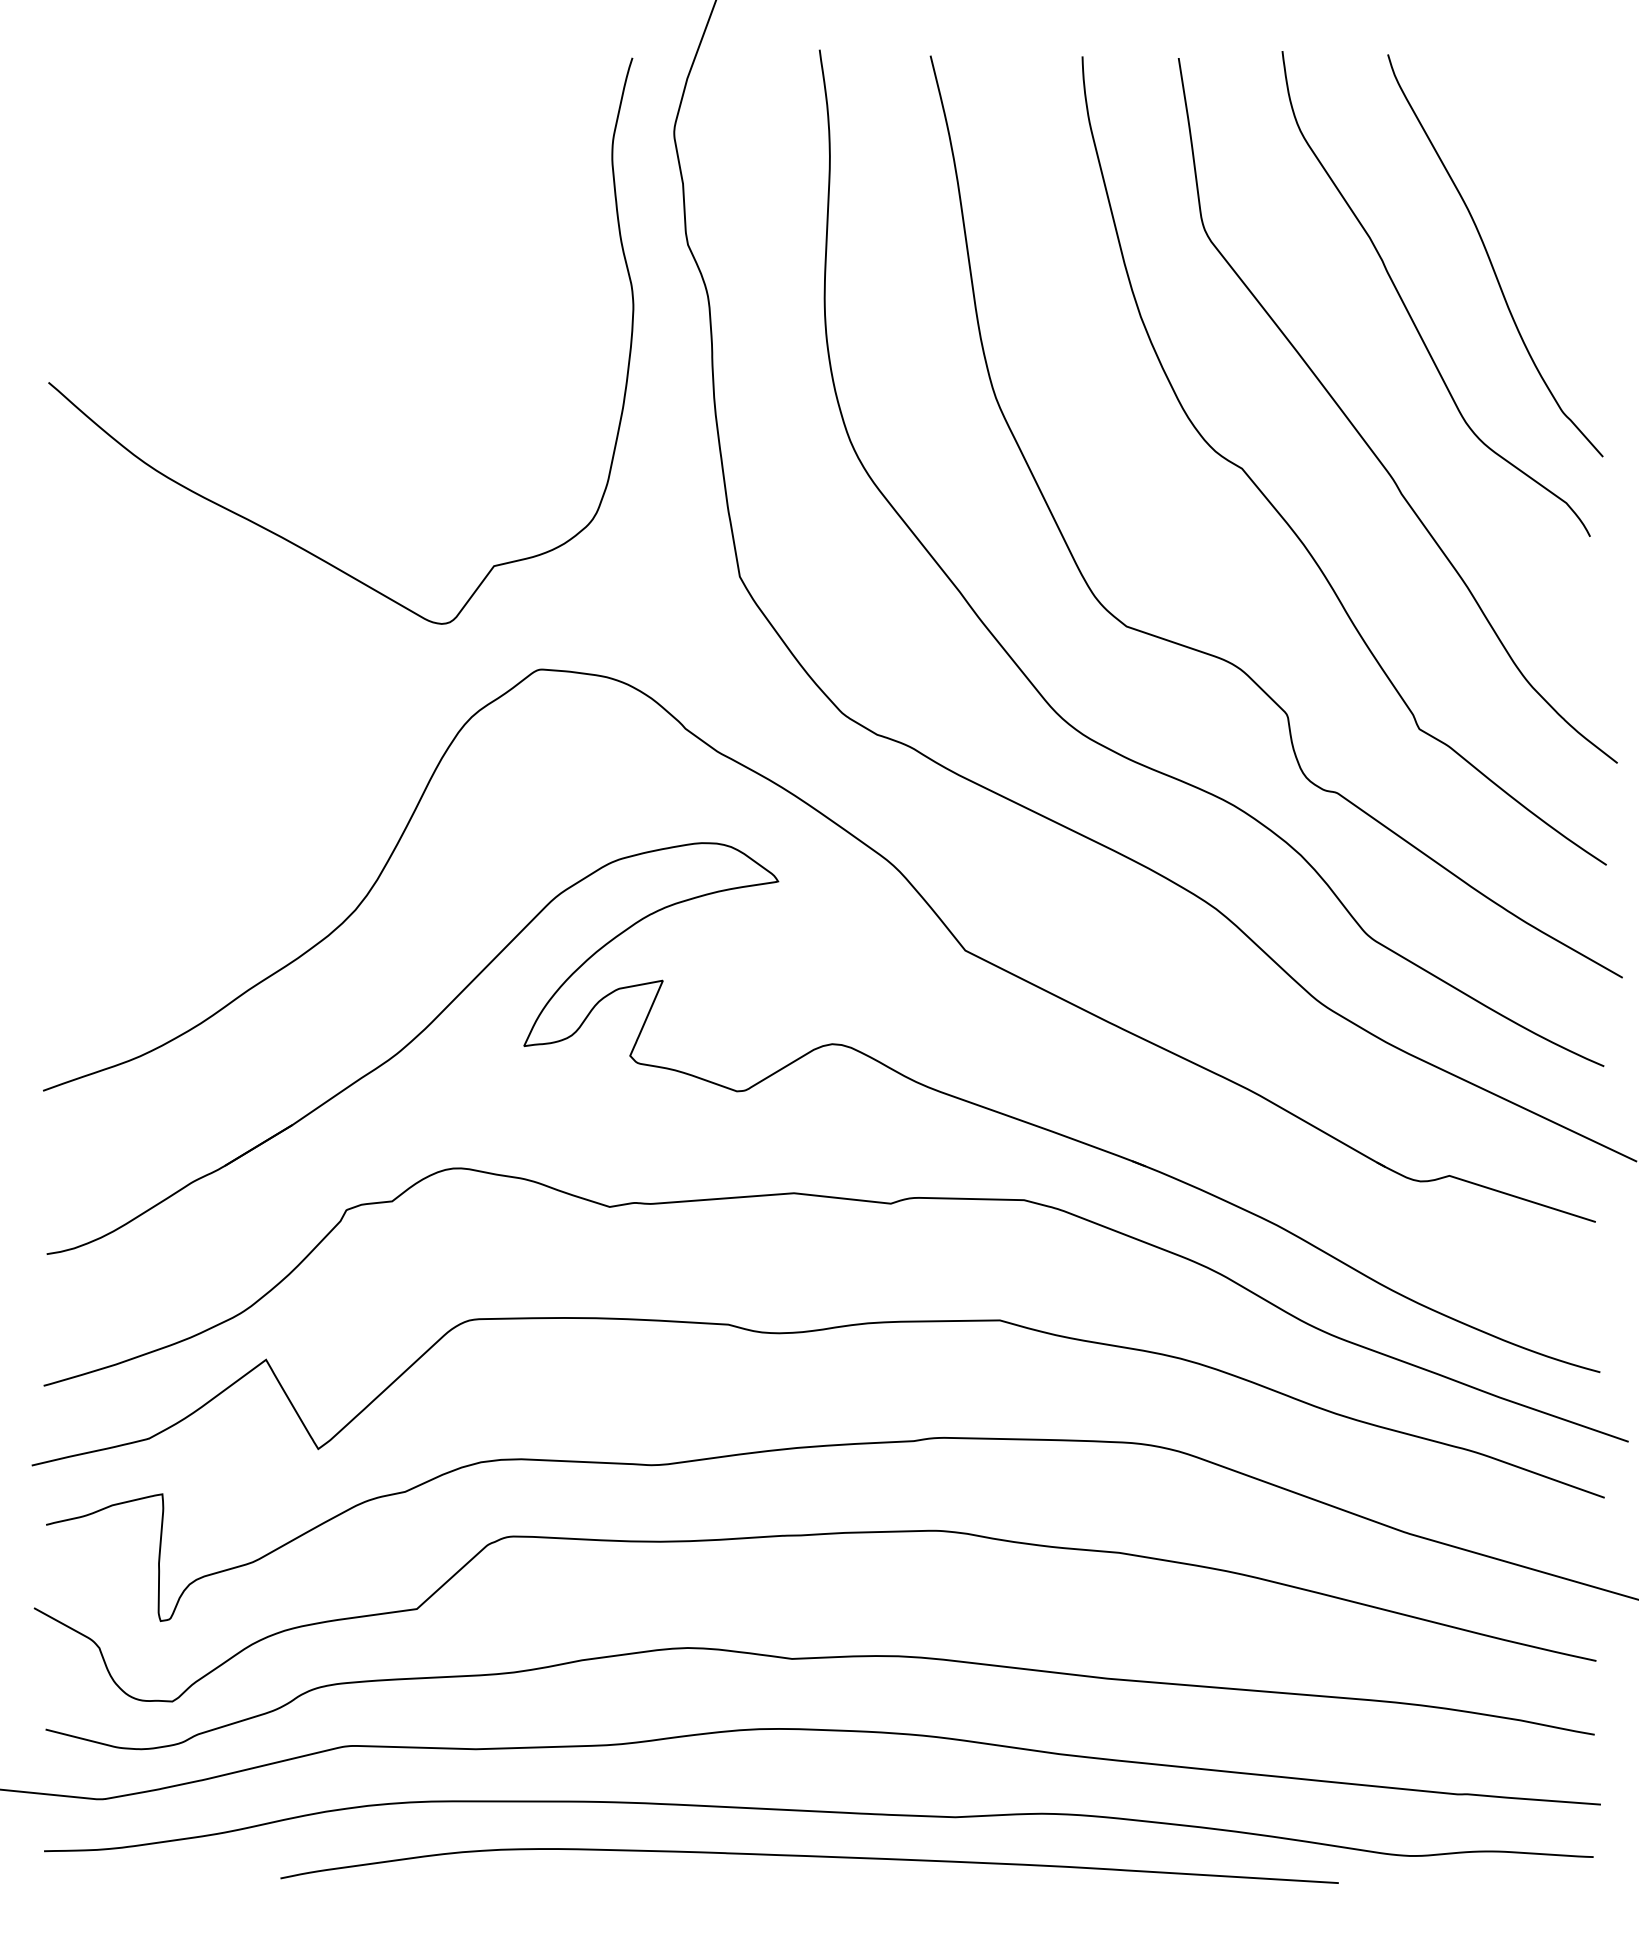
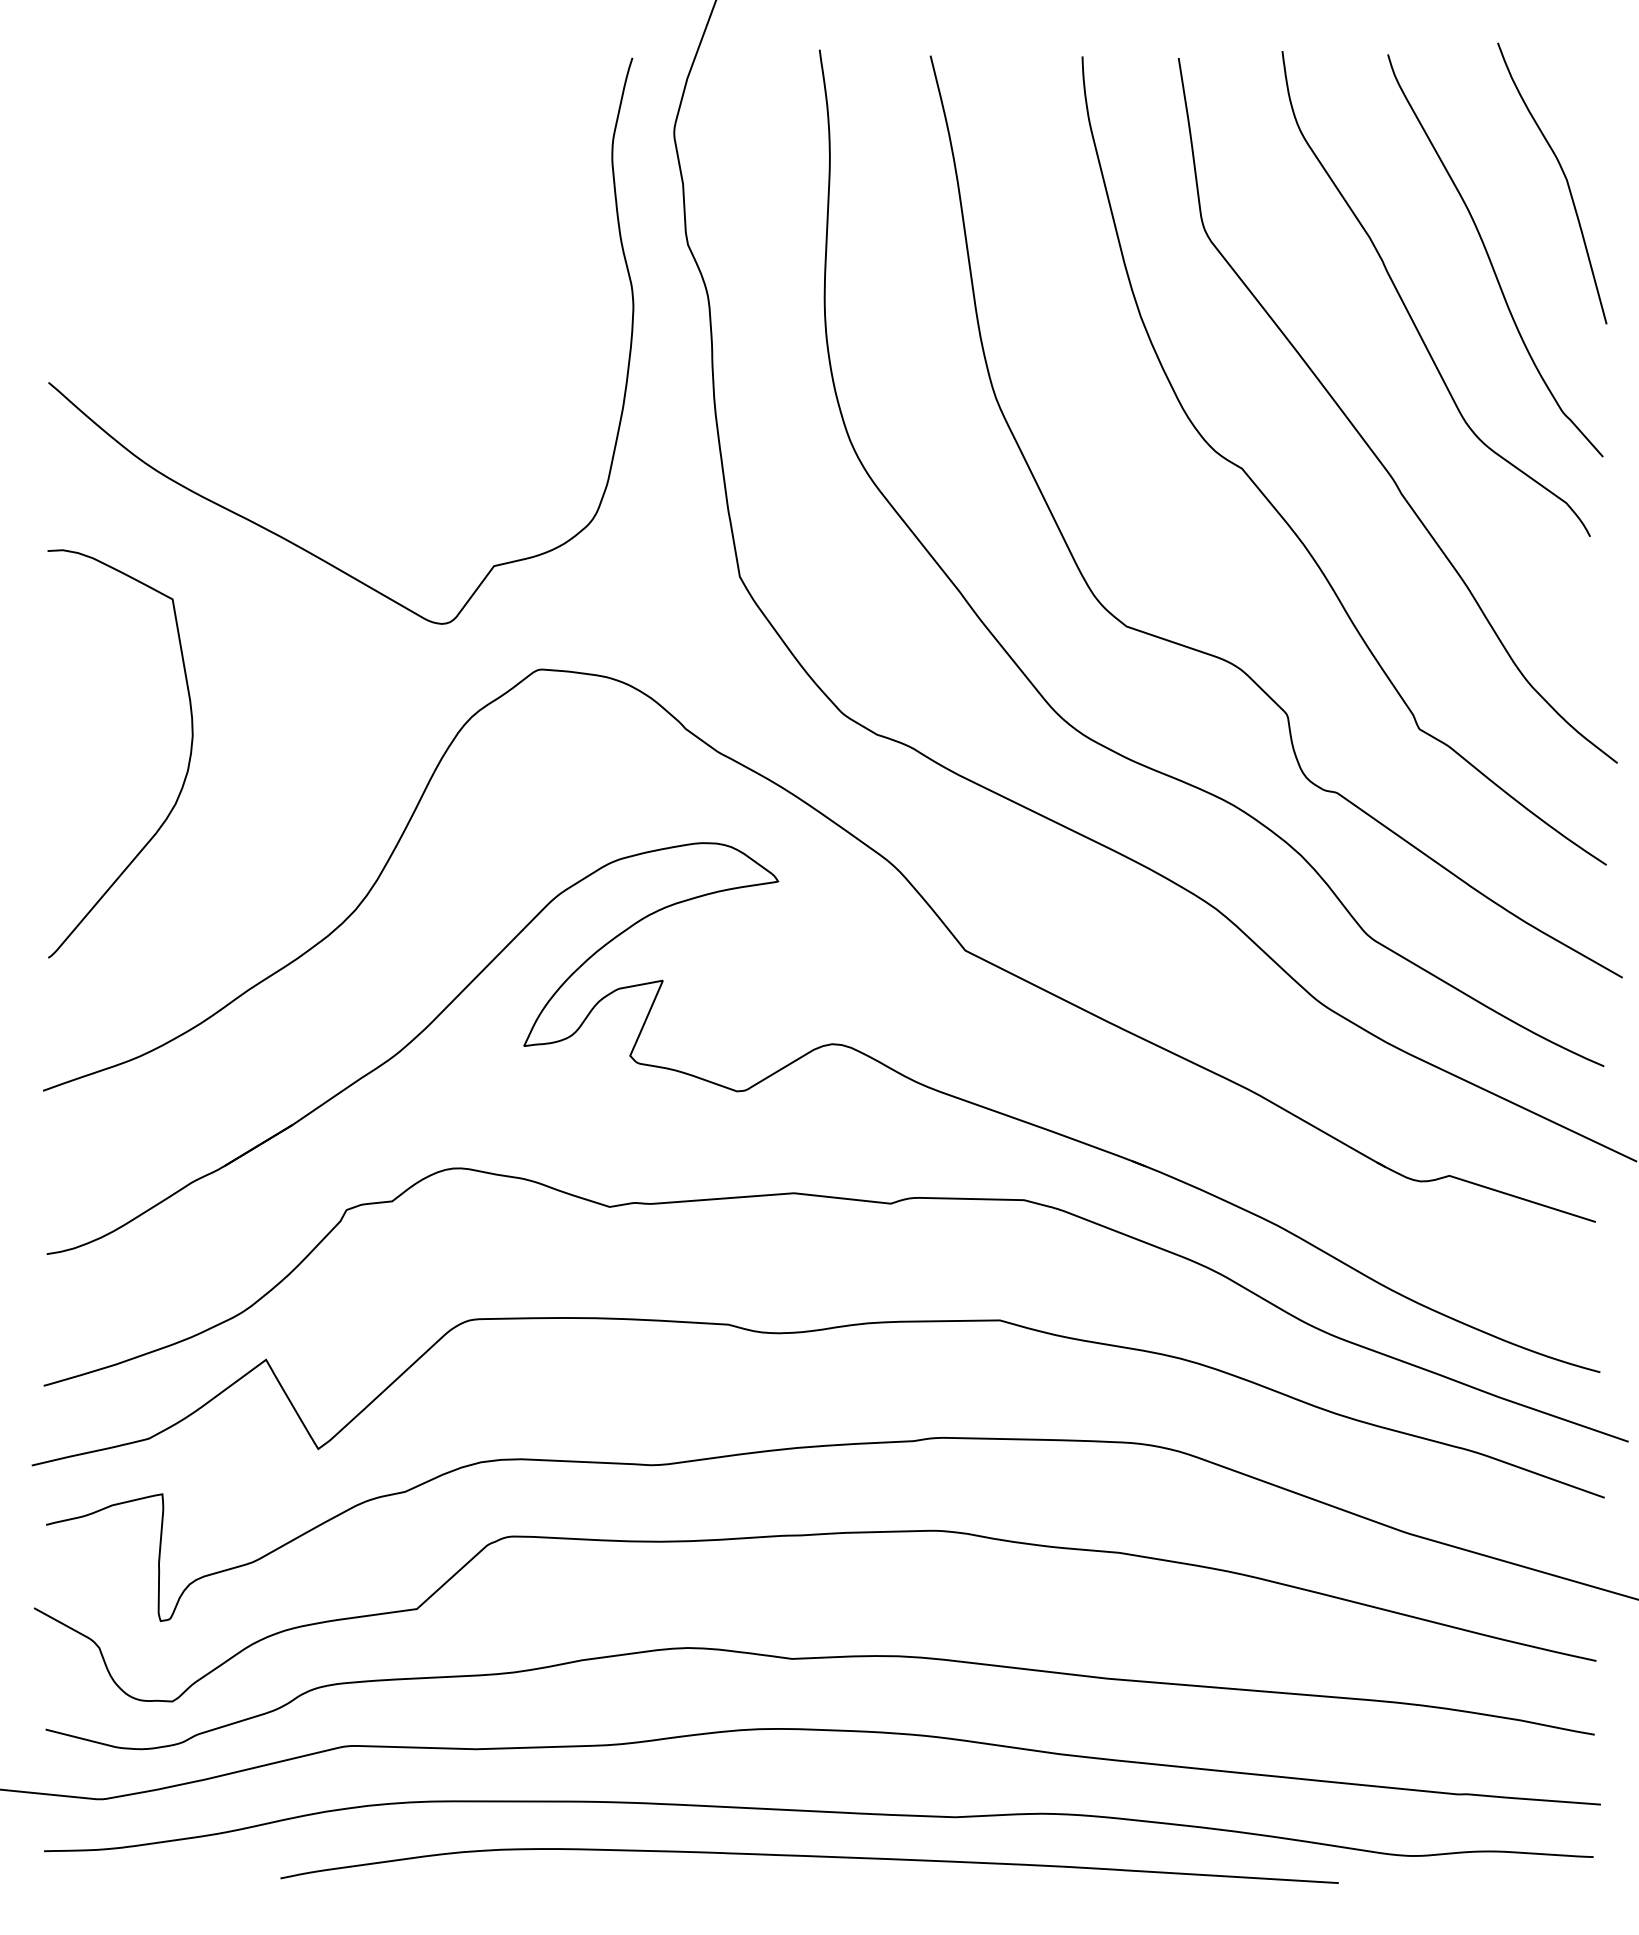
curve at (1564, 177): none -> present
curve at (187, 766): none -> present
